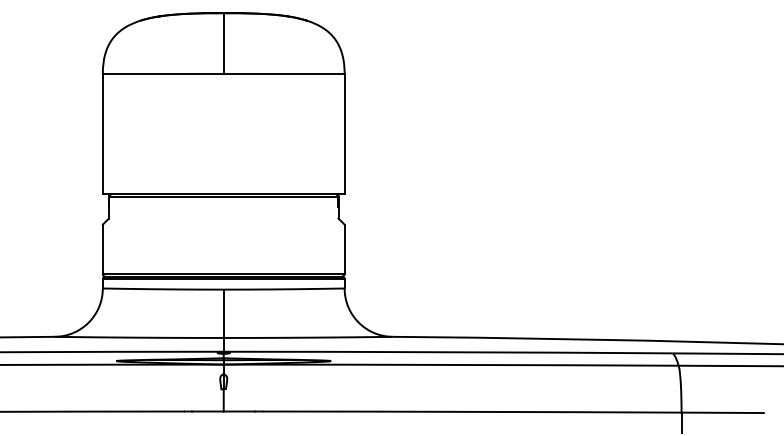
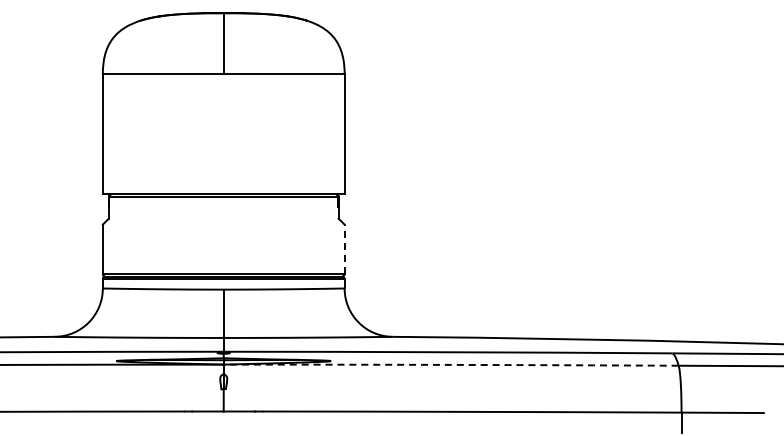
line at (344, 249): solid -> dashed
arc at (451, 364): solid -> dashed
